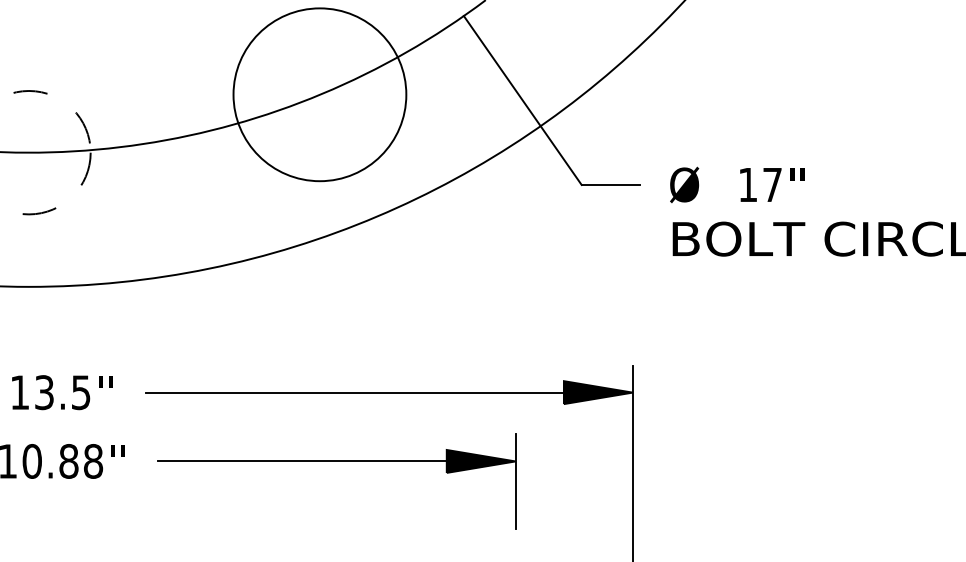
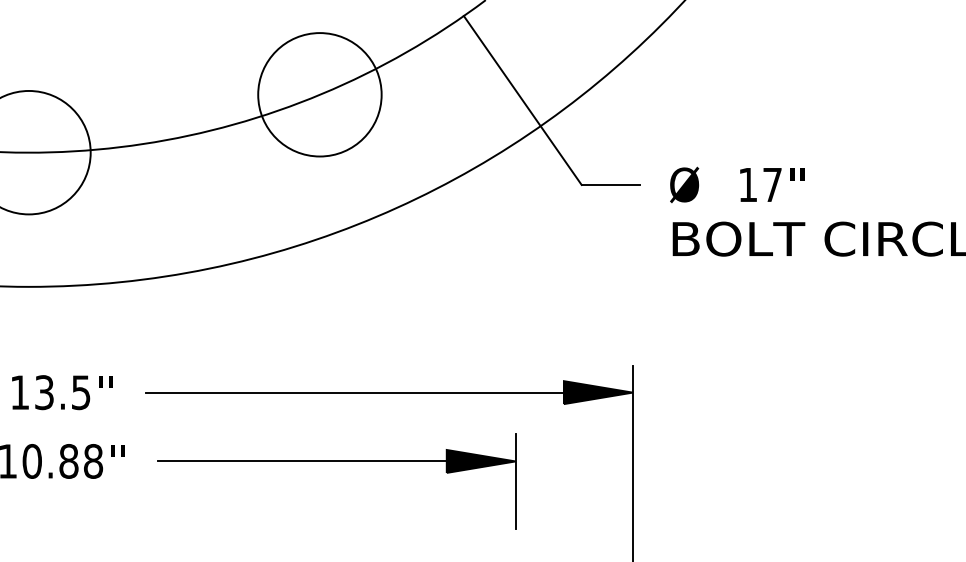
circle at (319, 94) diameter: 173 px -> 123 px
circle at (45, 152): dashed -> solid
